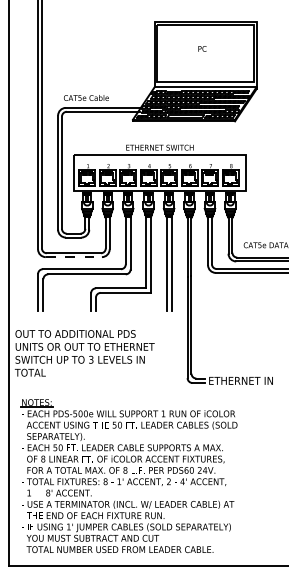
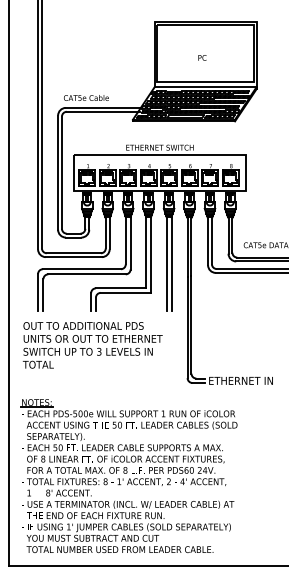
text at (202, 48) position: (202, 48) -> (202, 57)
line at (74, 257): dashed -> solid
text at (84, 353) position: (84, 353) -> (92, 345)
